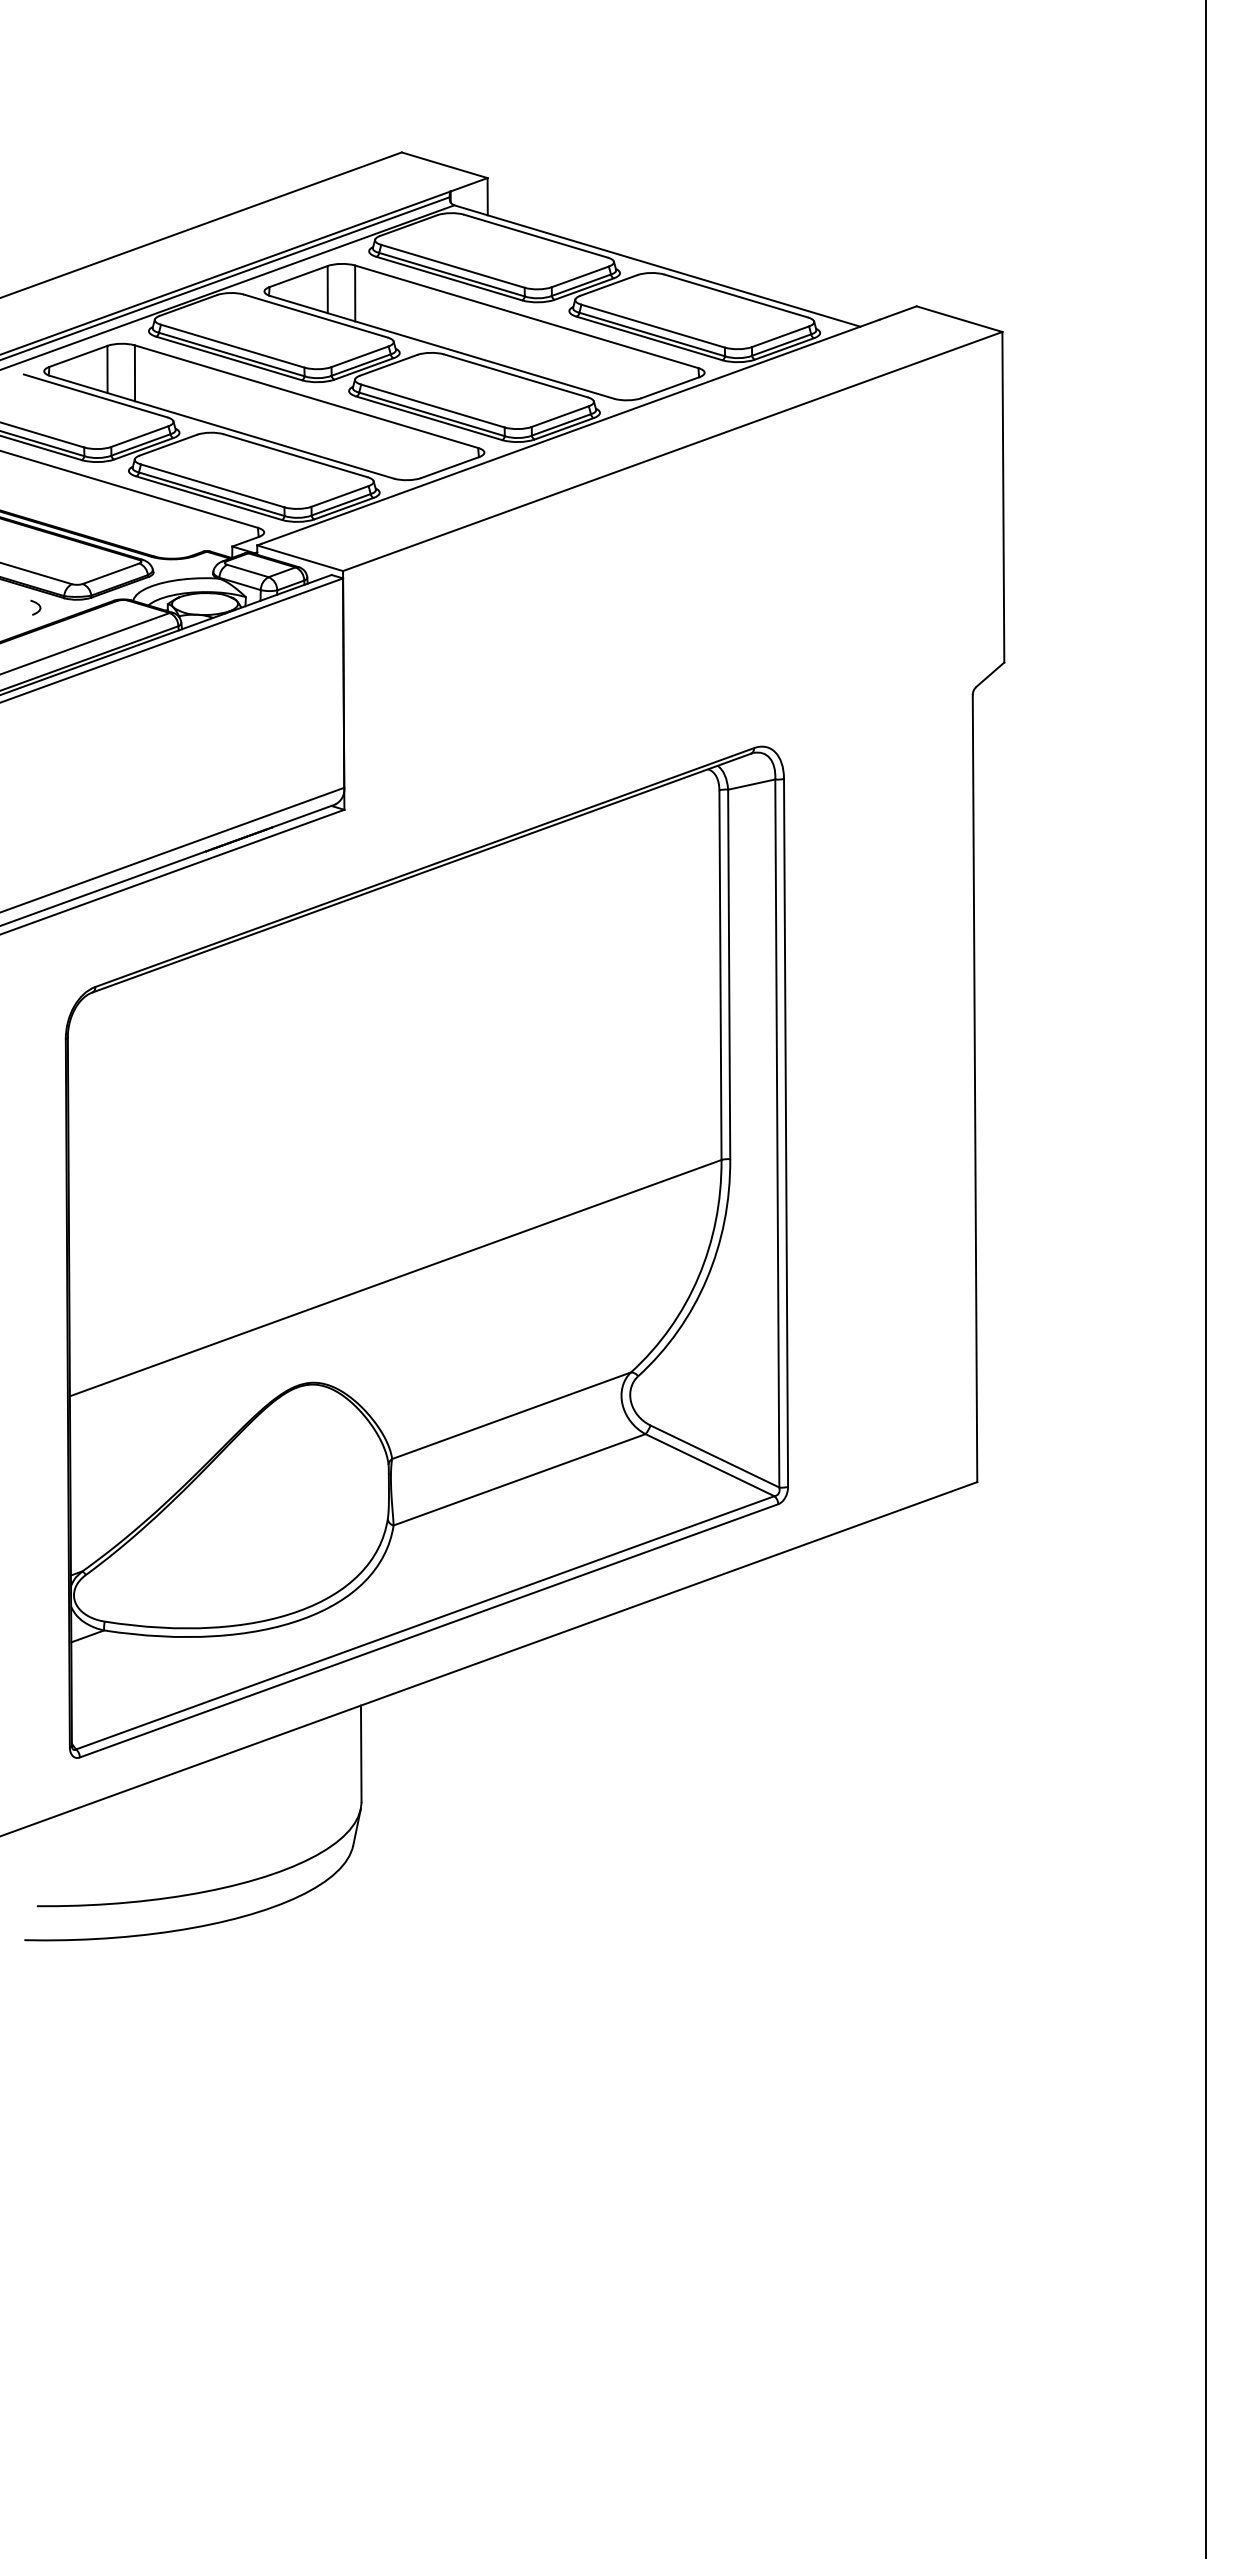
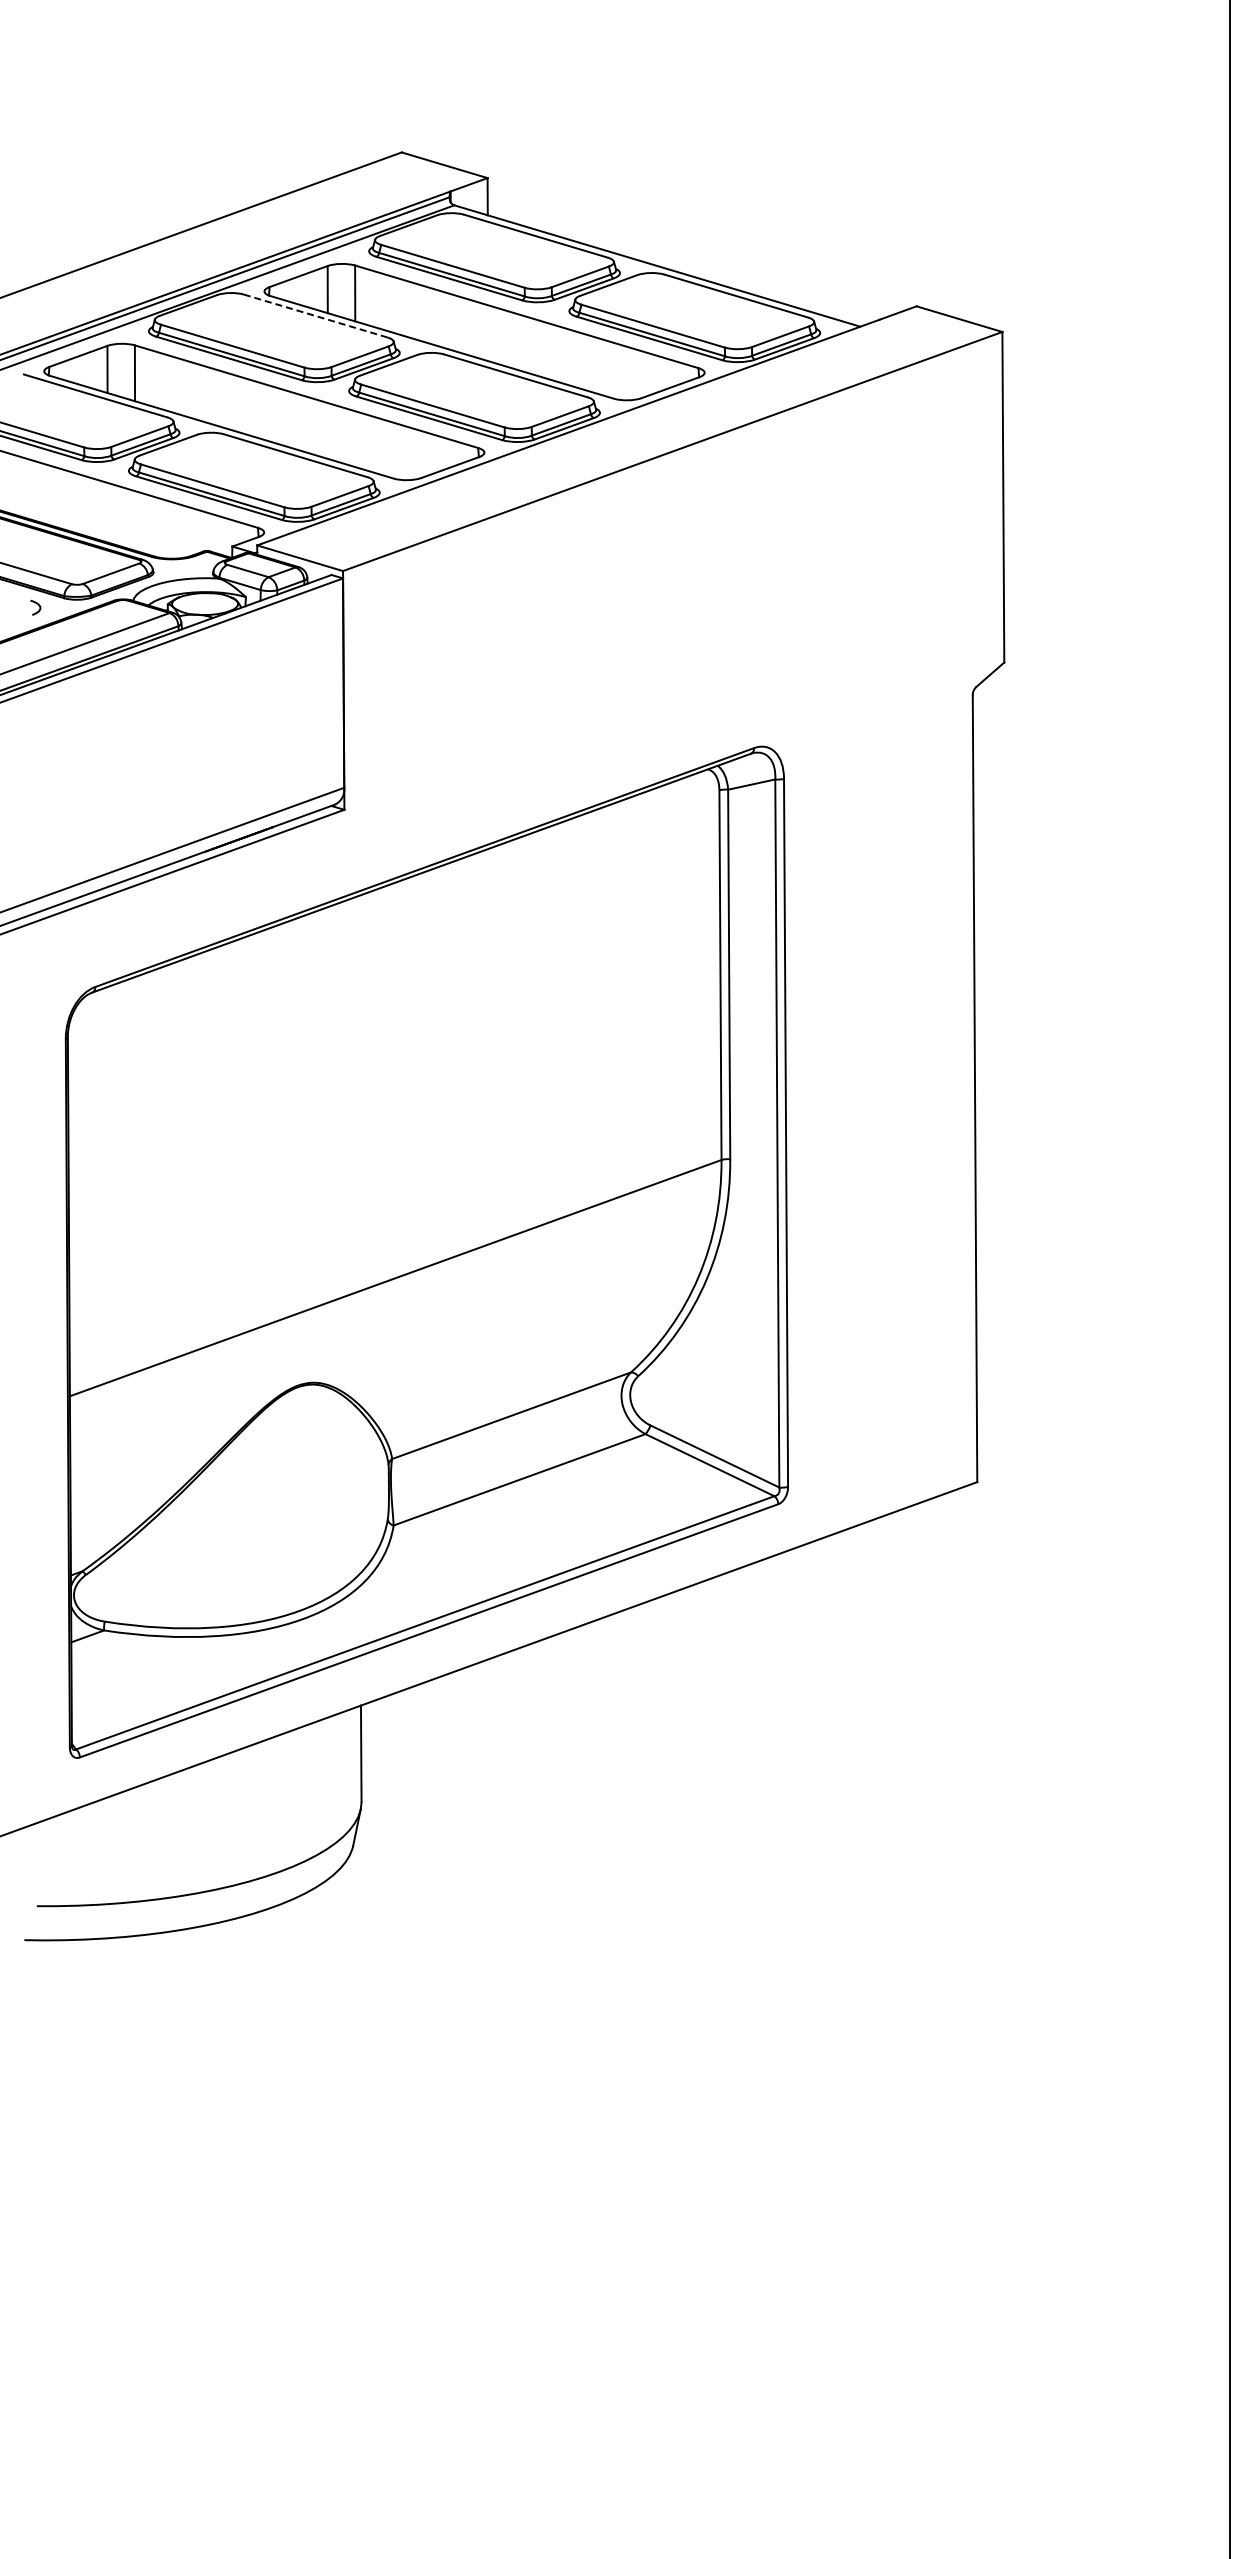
line at (315, 316): solid -> dashed
line at (1205, 1278) position: (1205, 1278) -> (1229, 1278)
